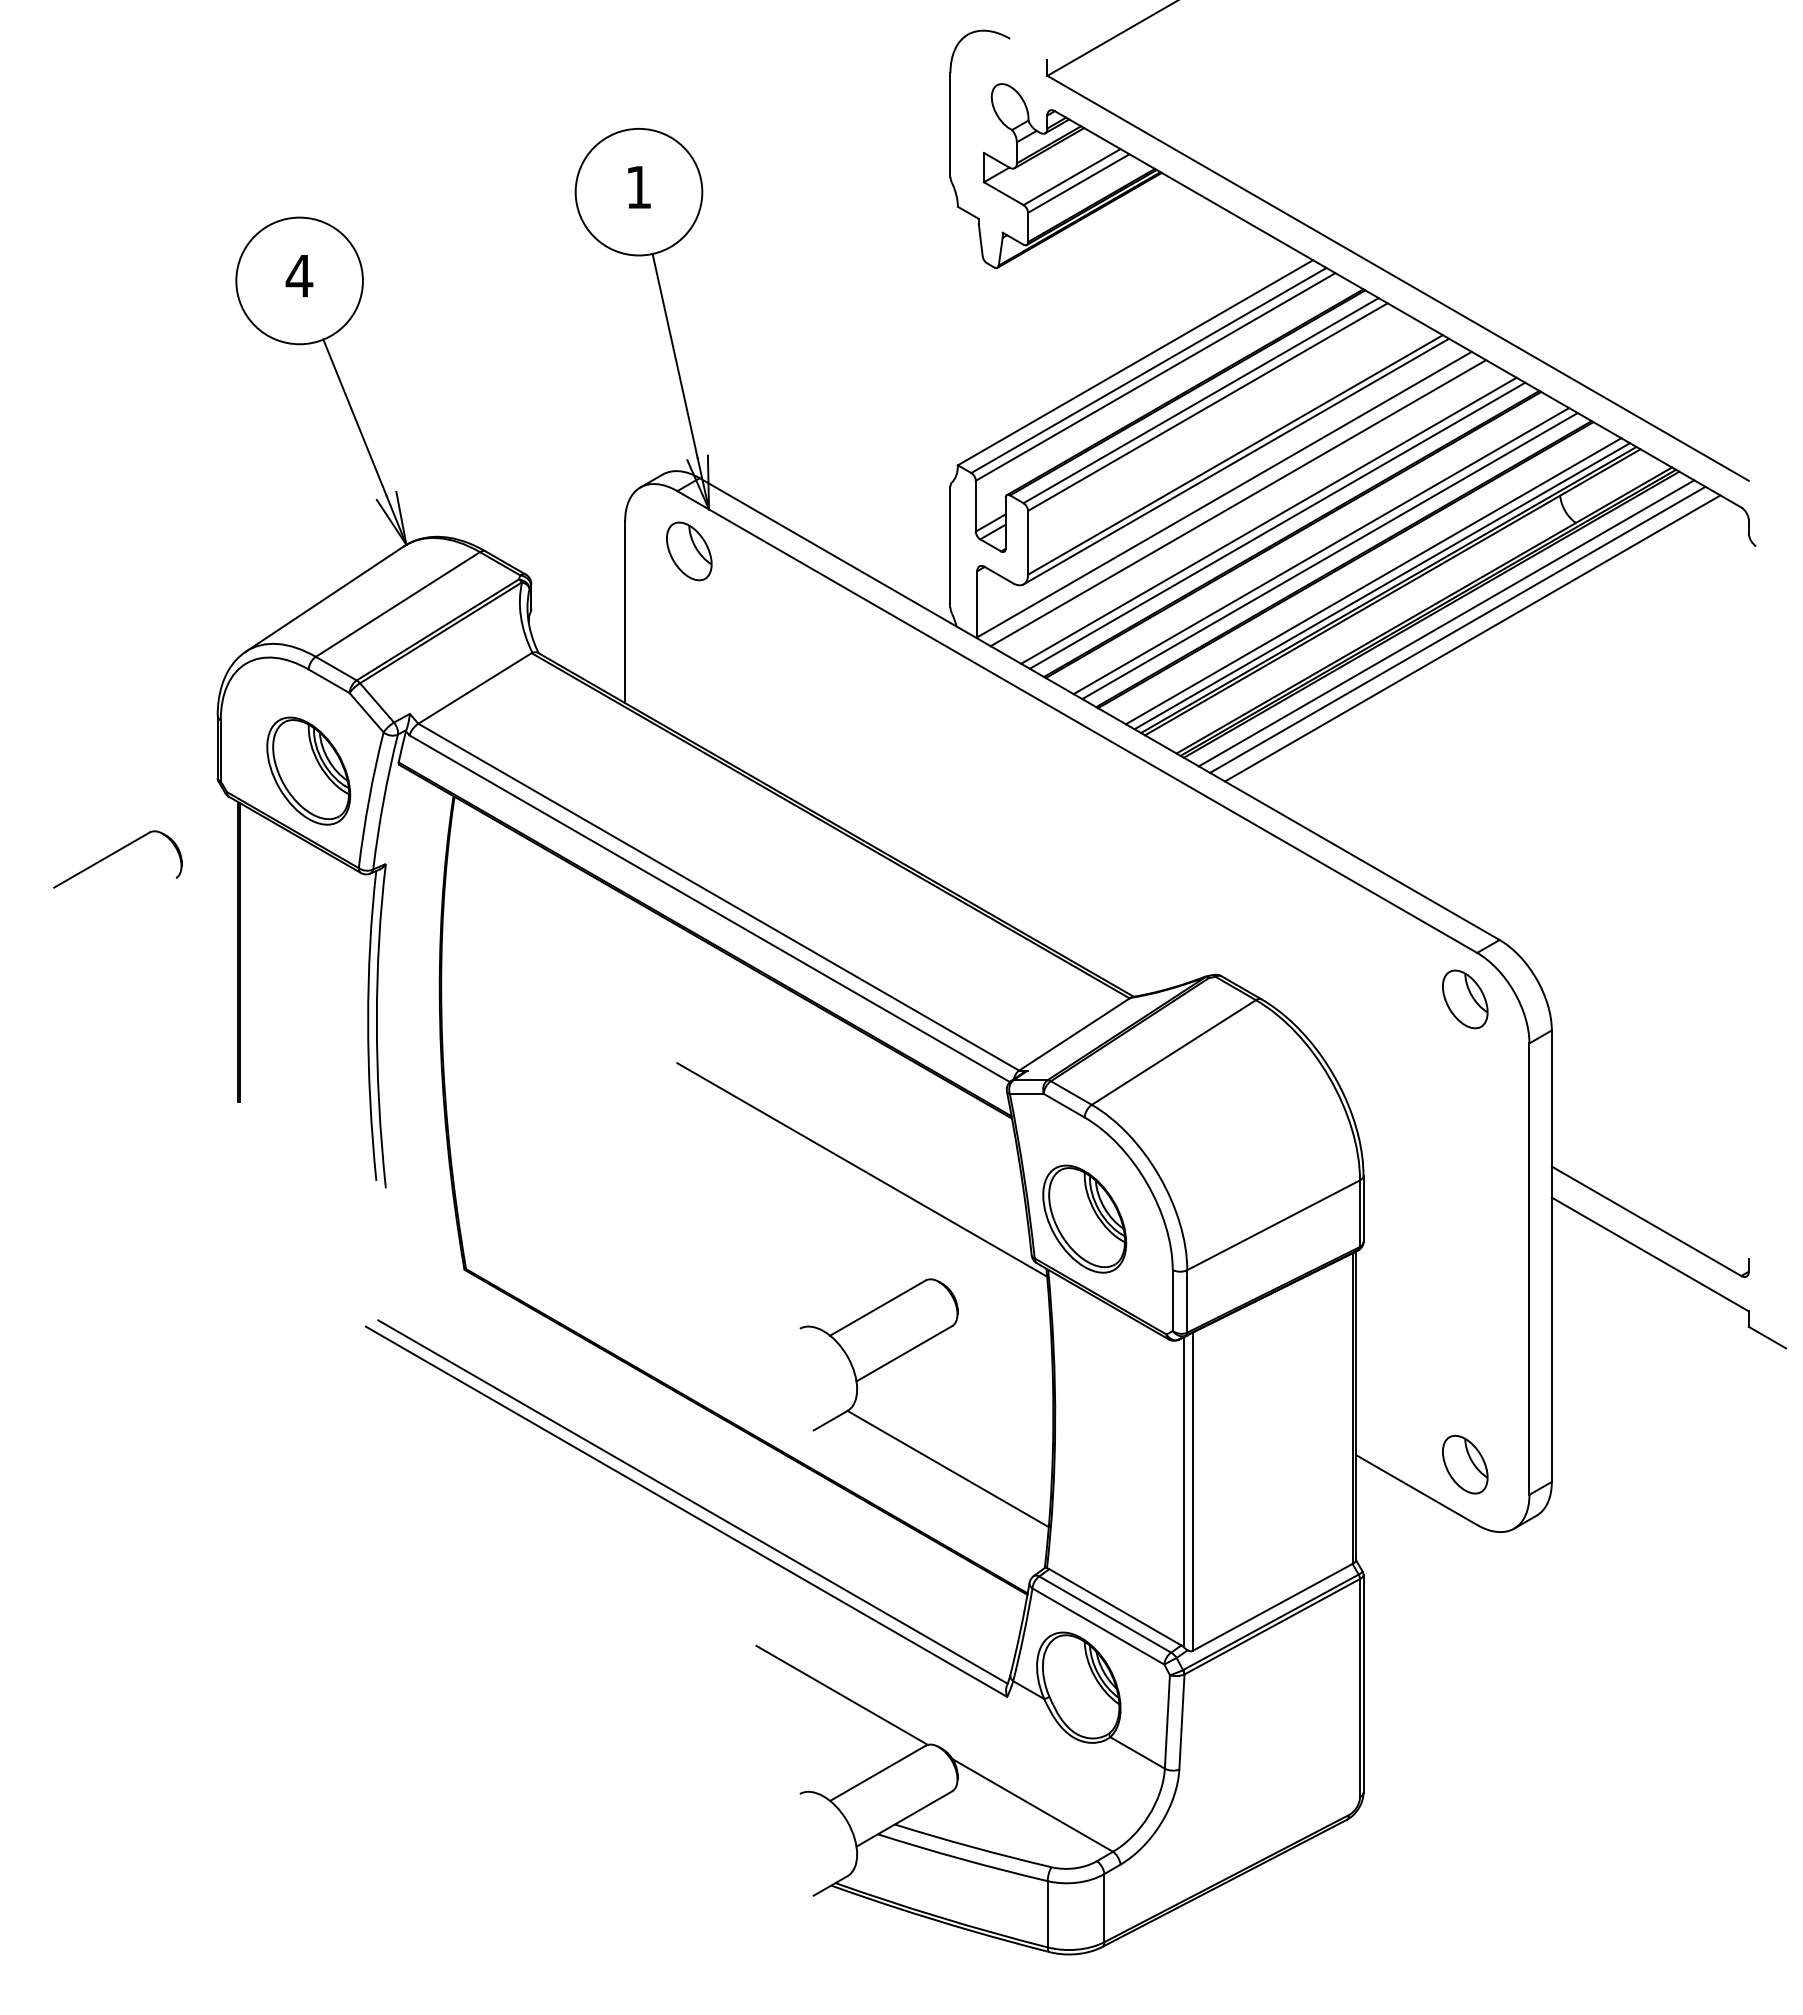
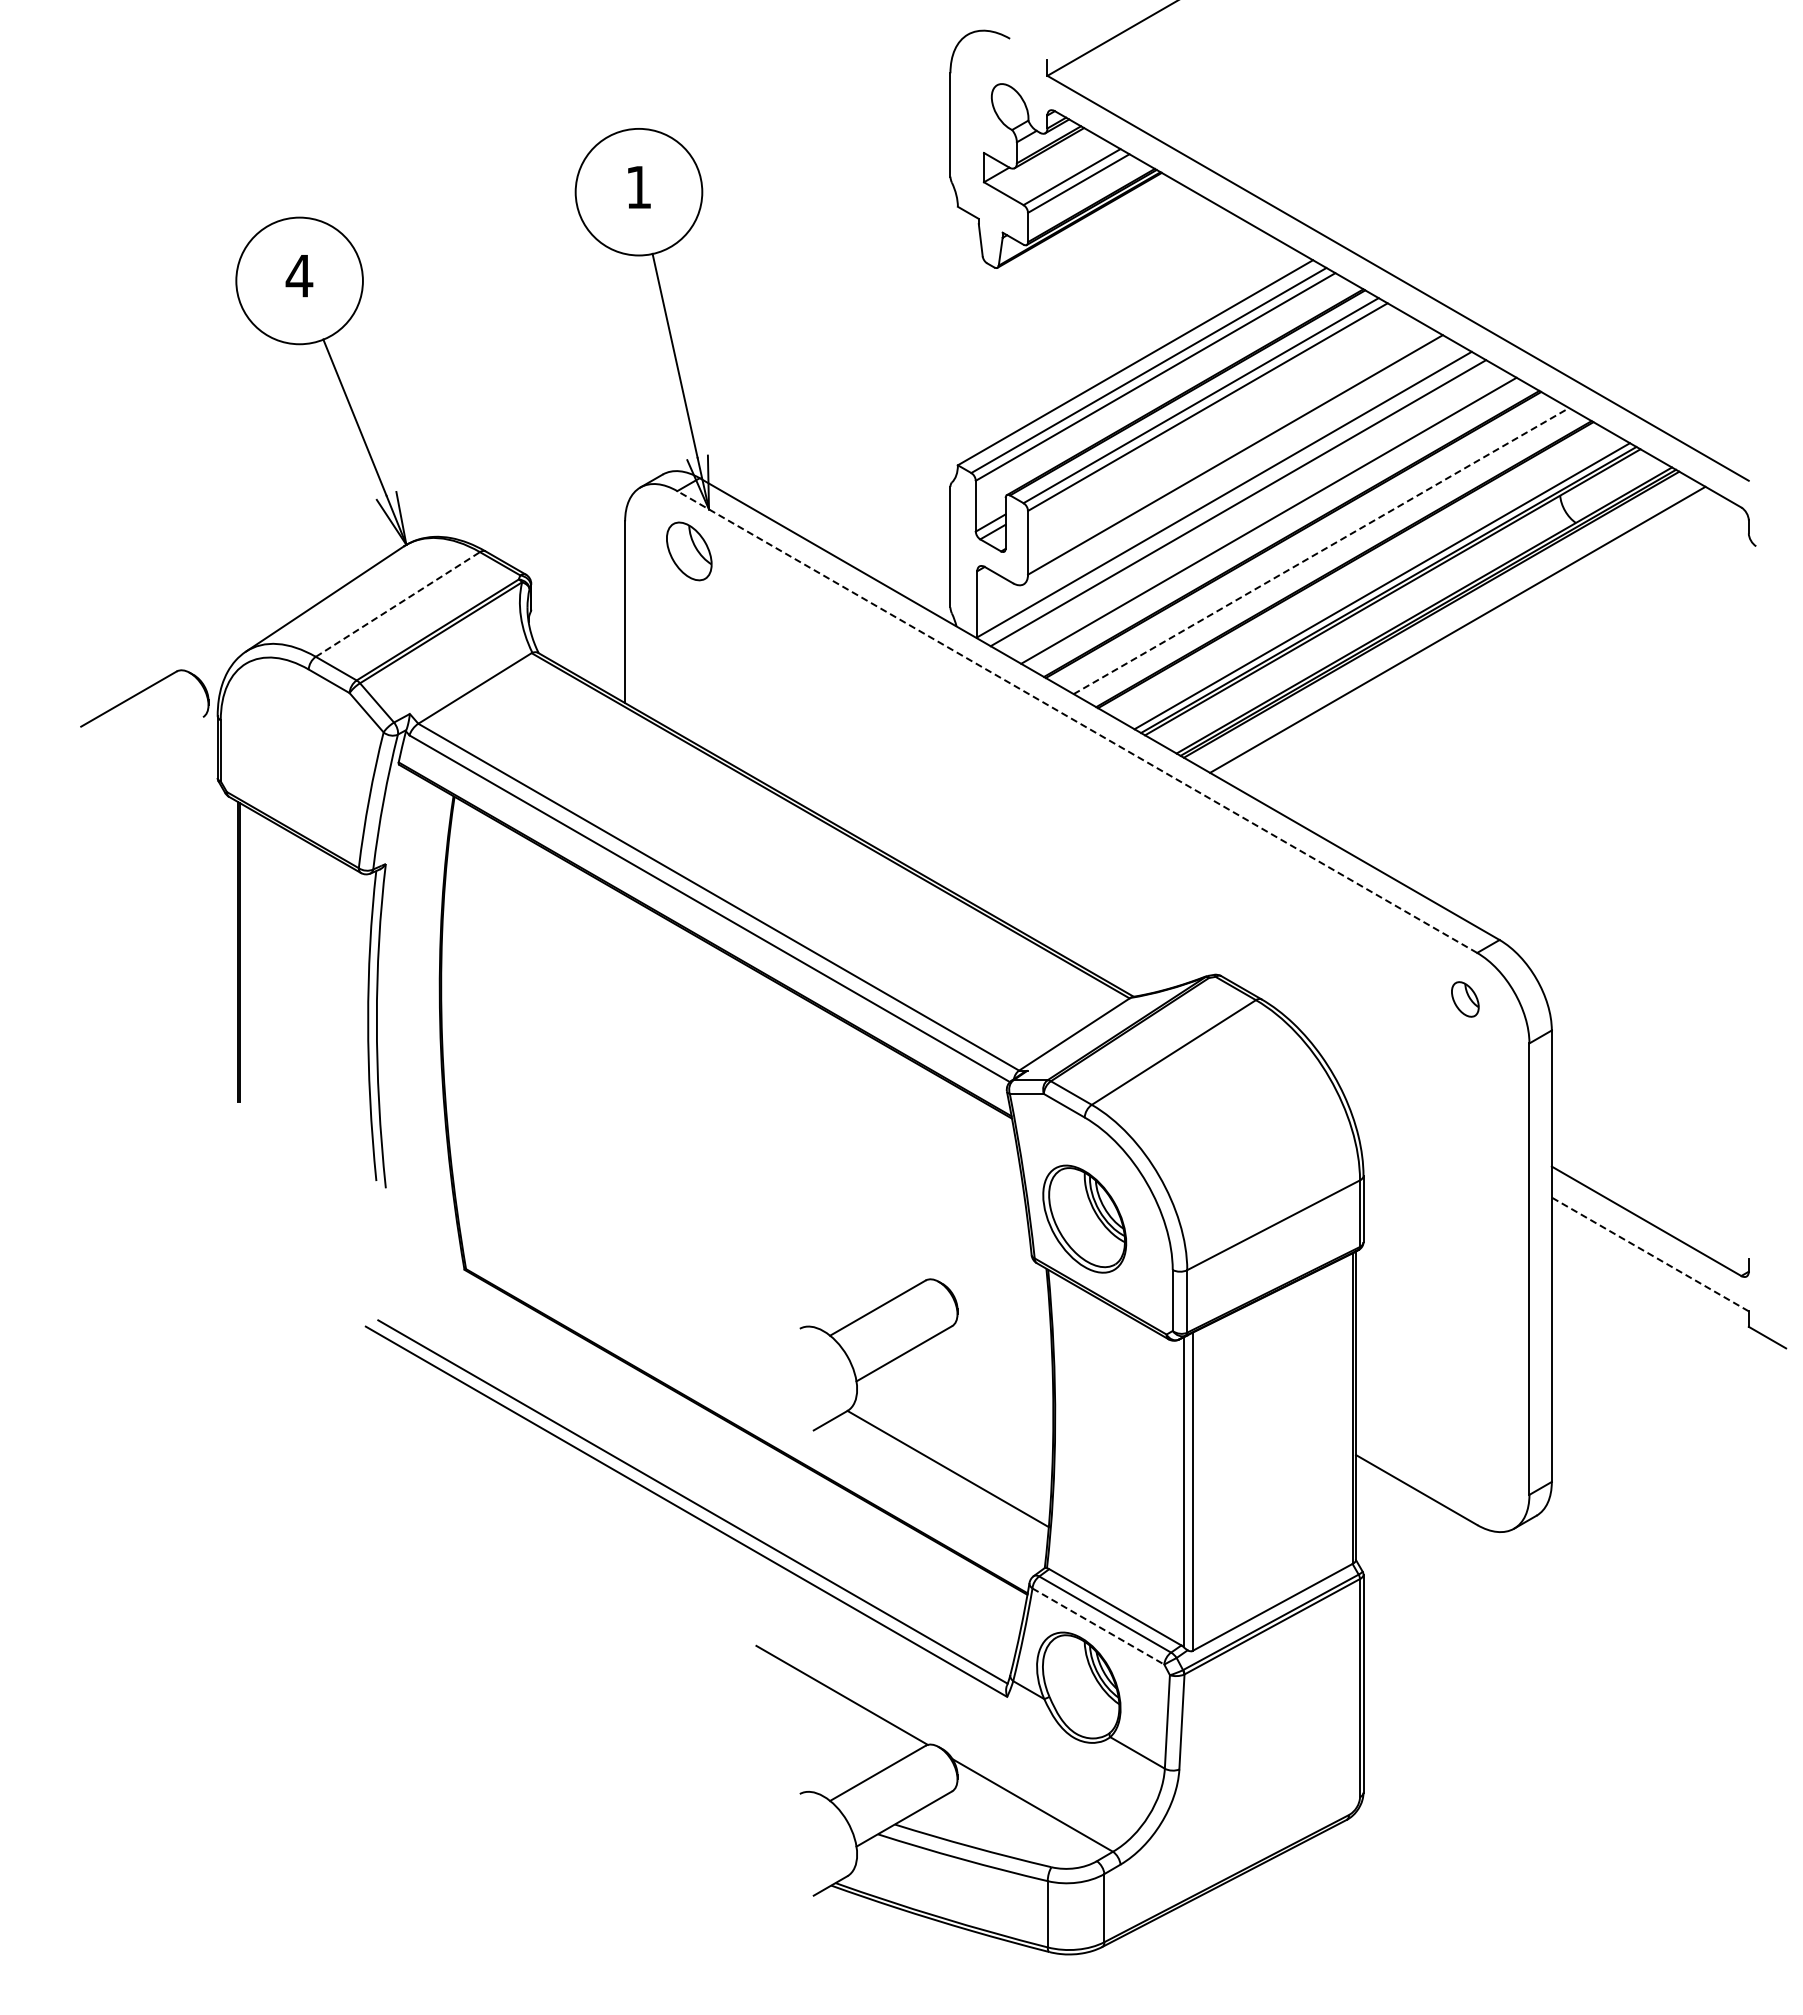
line at (1236, 461): present -> none
line at (1277, 525): present -> none
line at (1321, 550): solid -> dashed
line at (1329, 556): present -> none
line at (1373, 581): present -> none
line at (398, 604): solid -> dashed
line at (1446, 623): present -> none
line at (1472, 638): present -> none
line at (1077, 722): solid -> dashed
part at (308, 770): present -> none
part at (115, 853) position: (115, 853) -> (142, 692)
part at (1465, 999) size: 47x61 px -> 29x37 px
line at (862, 1169): present -> none
line at (1650, 1254): solid -> dashed
part at (1465, 1464): present -> none
line at (1098, 1626): solid -> dashed
